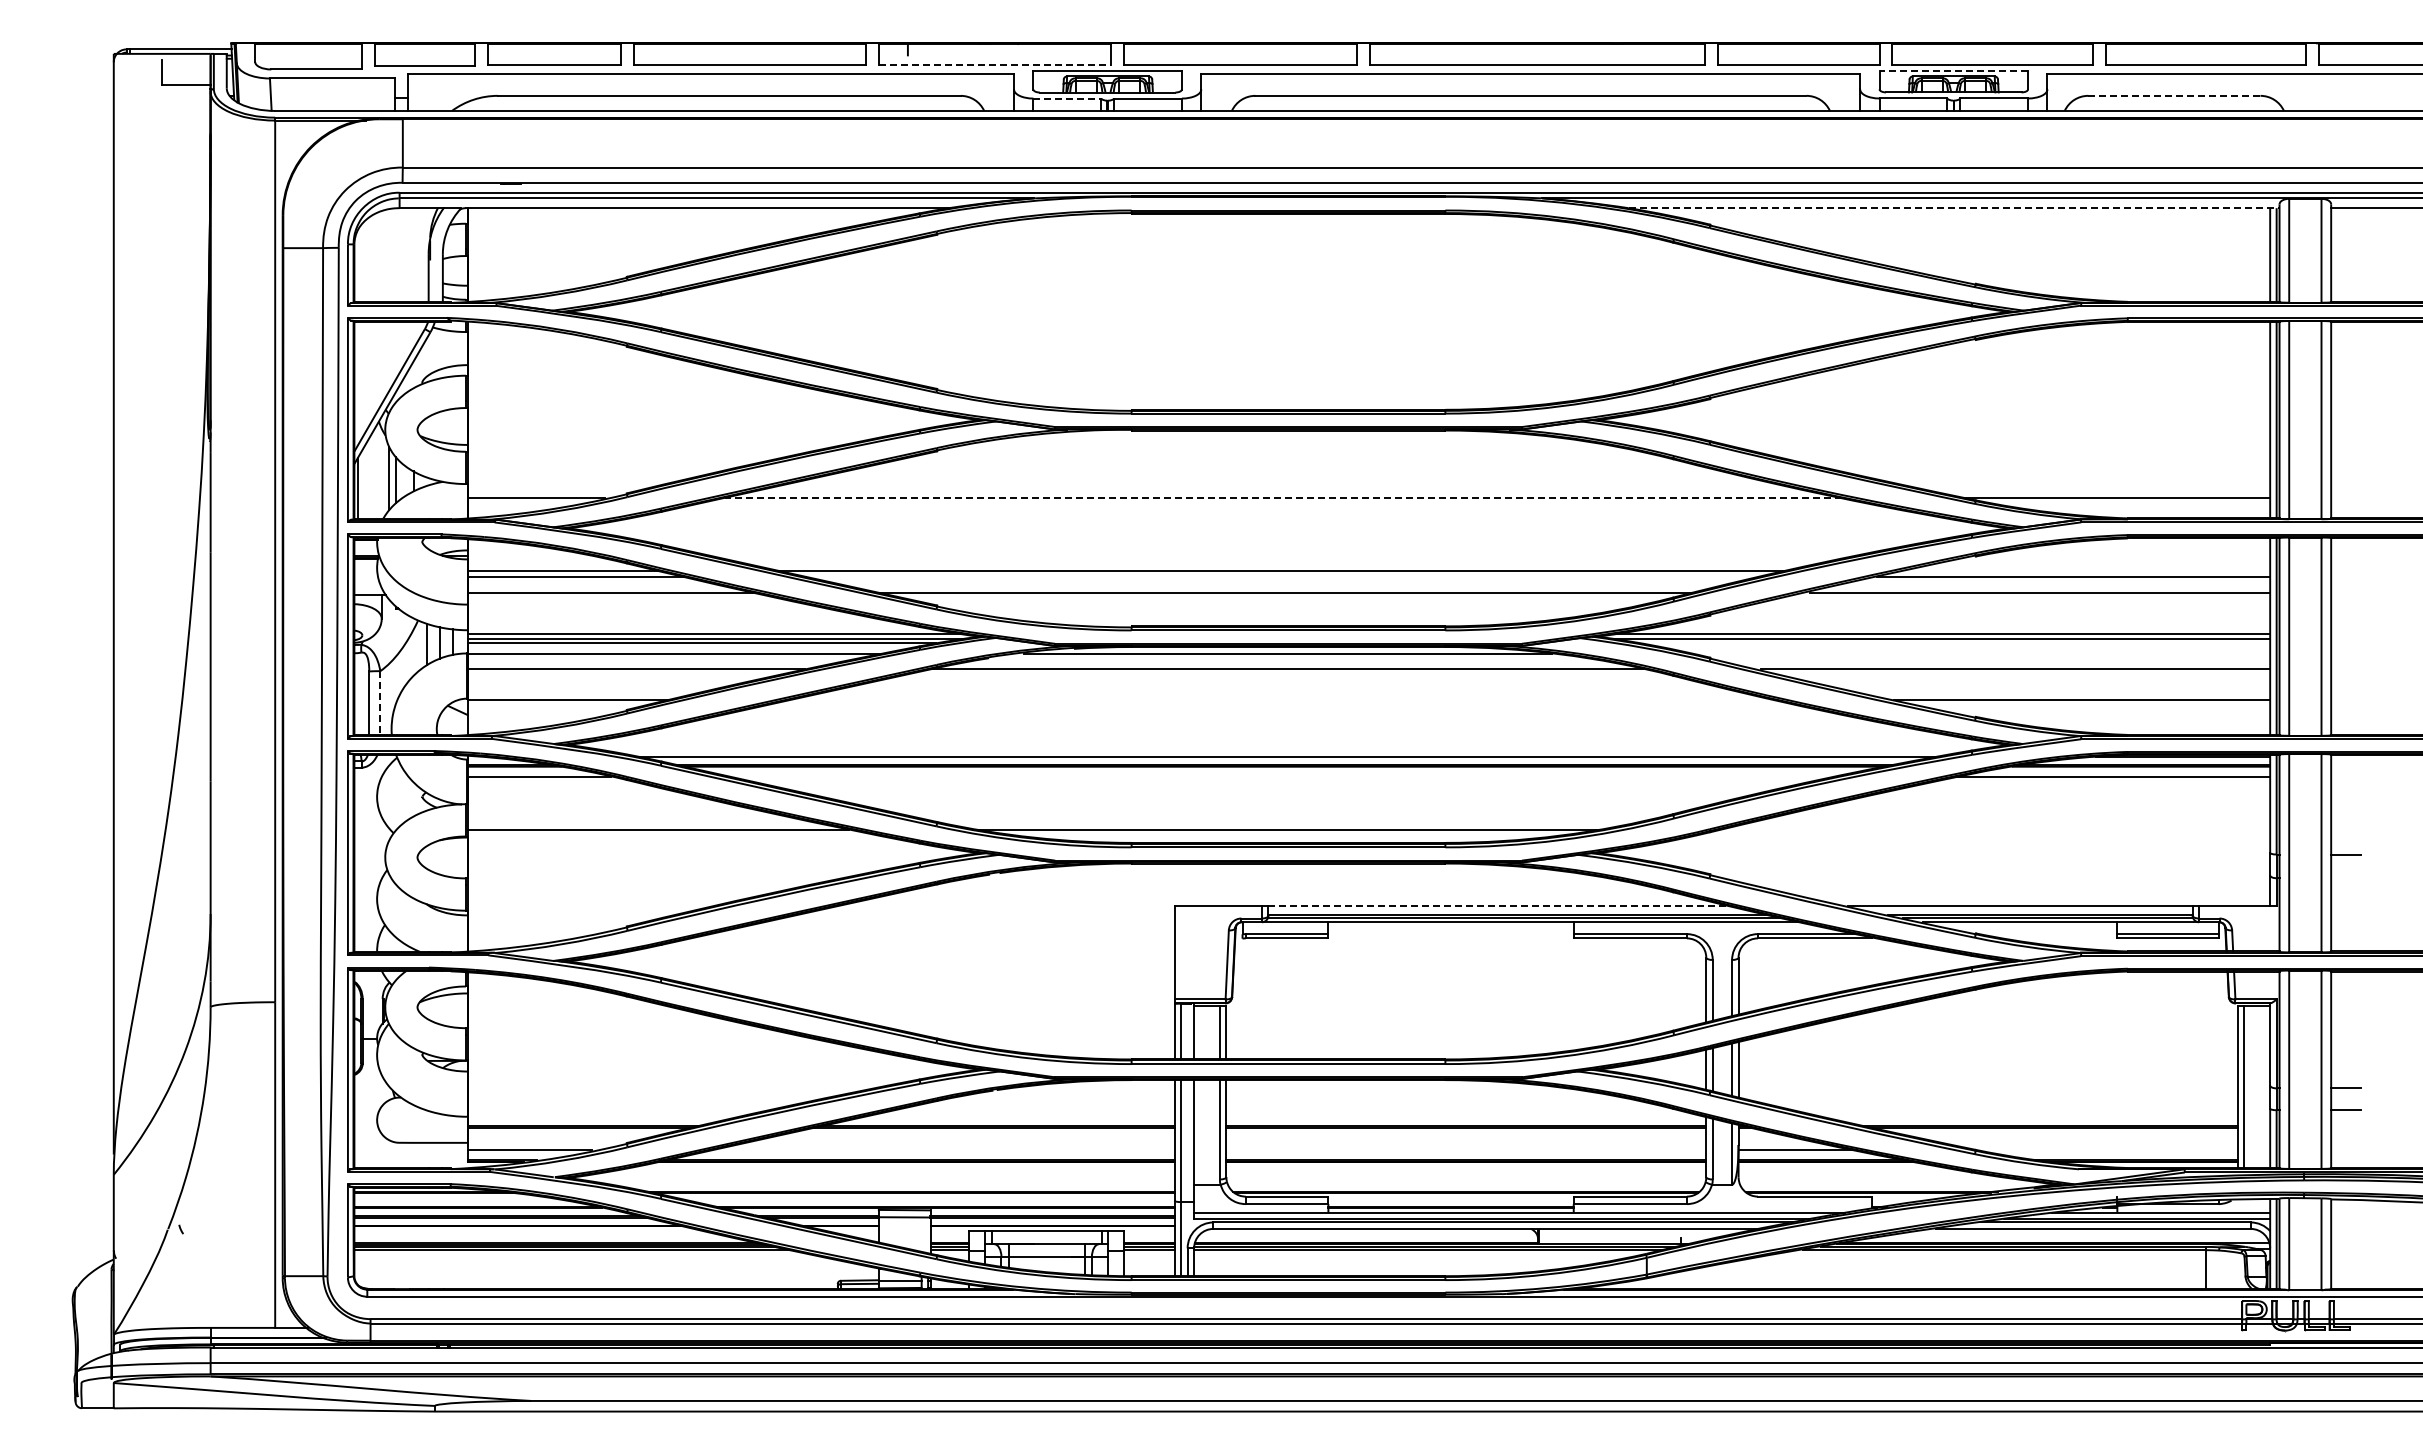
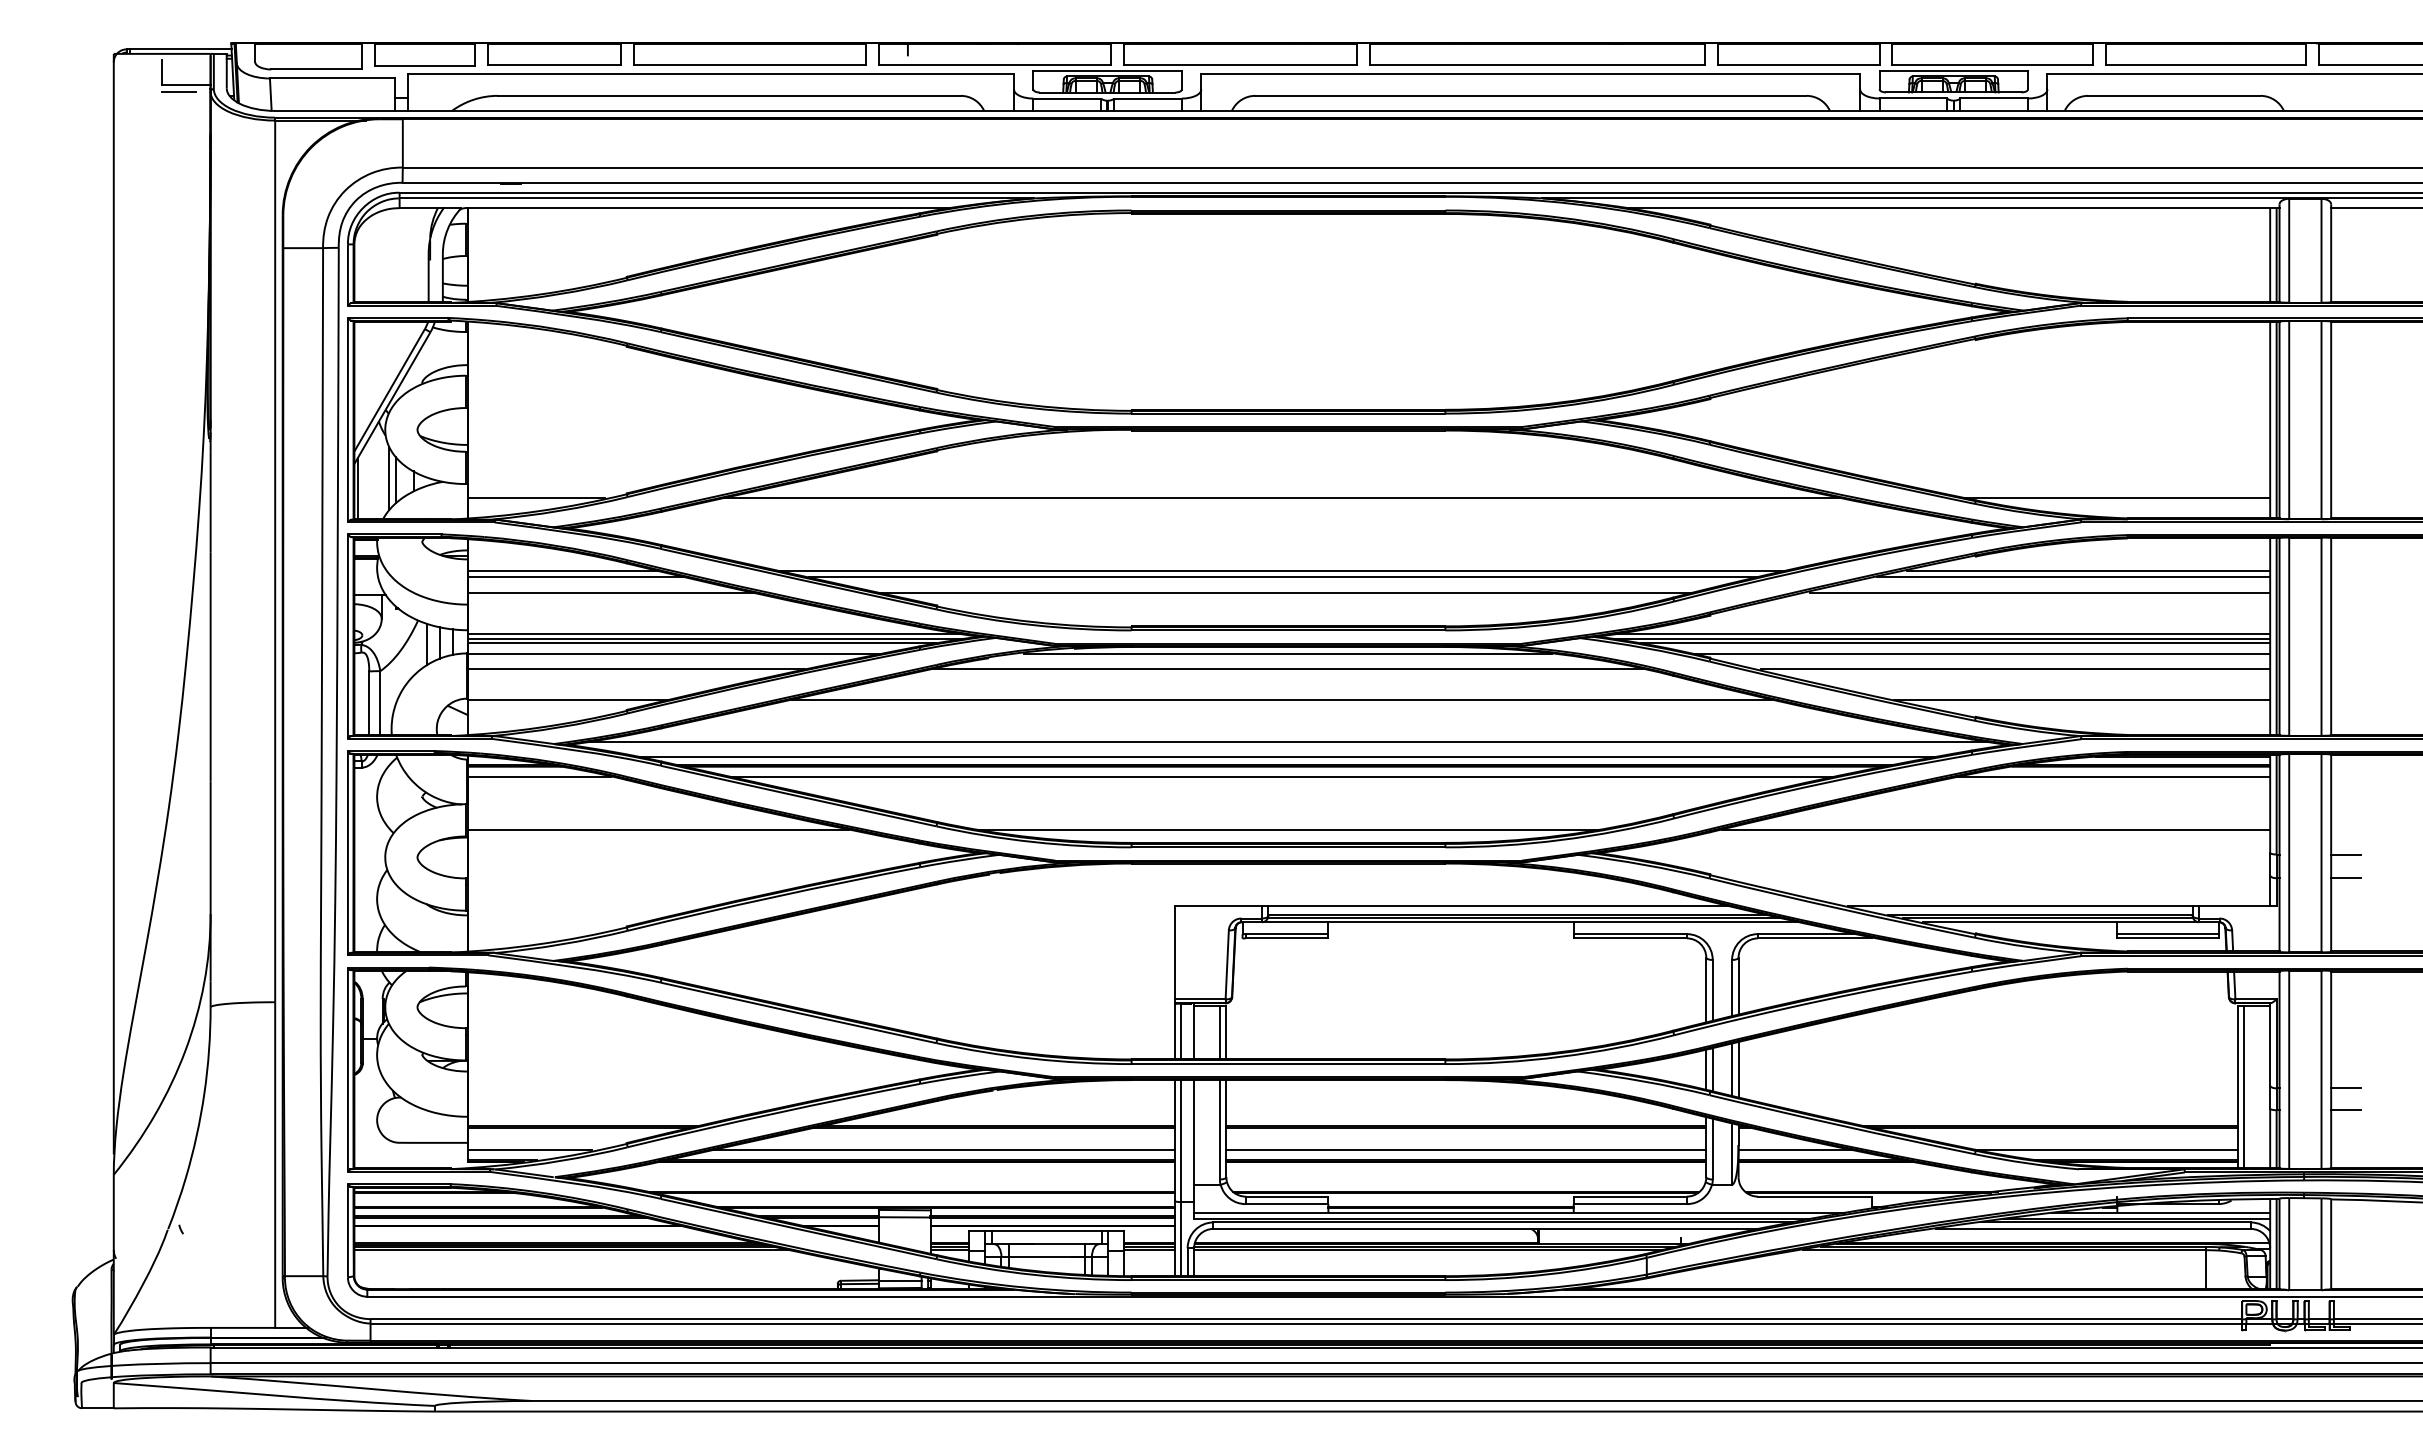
line at (995, 64): dashed -> solid
line at (1953, 71): dashed -> solid
line at (178, 91): none -> present
line at (2173, 95): dashed -> solid
line at (1067, 98): dashed -> solid
line at (1954, 208): dashed -> solid
line at (1282, 497): dashed -> solid
line at (2088, 571): none -> present
line at (1282, 577): none -> present
line at (1955, 643): none -> present
line at (1981, 653): none -> present
line at (1282, 699): none -> present
line at (380, 703): dashed -> solid
line at (1287, 741): none -> present
line at (1282, 776): none -> present
line at (1995, 829): none -> present
line at (2345, 878): none -> present
line at (1498, 906): dashed -> solid
line at (942, 1150): none -> present
line at (1466, 1150): none -> present
line at (2107, 1150): none -> present
